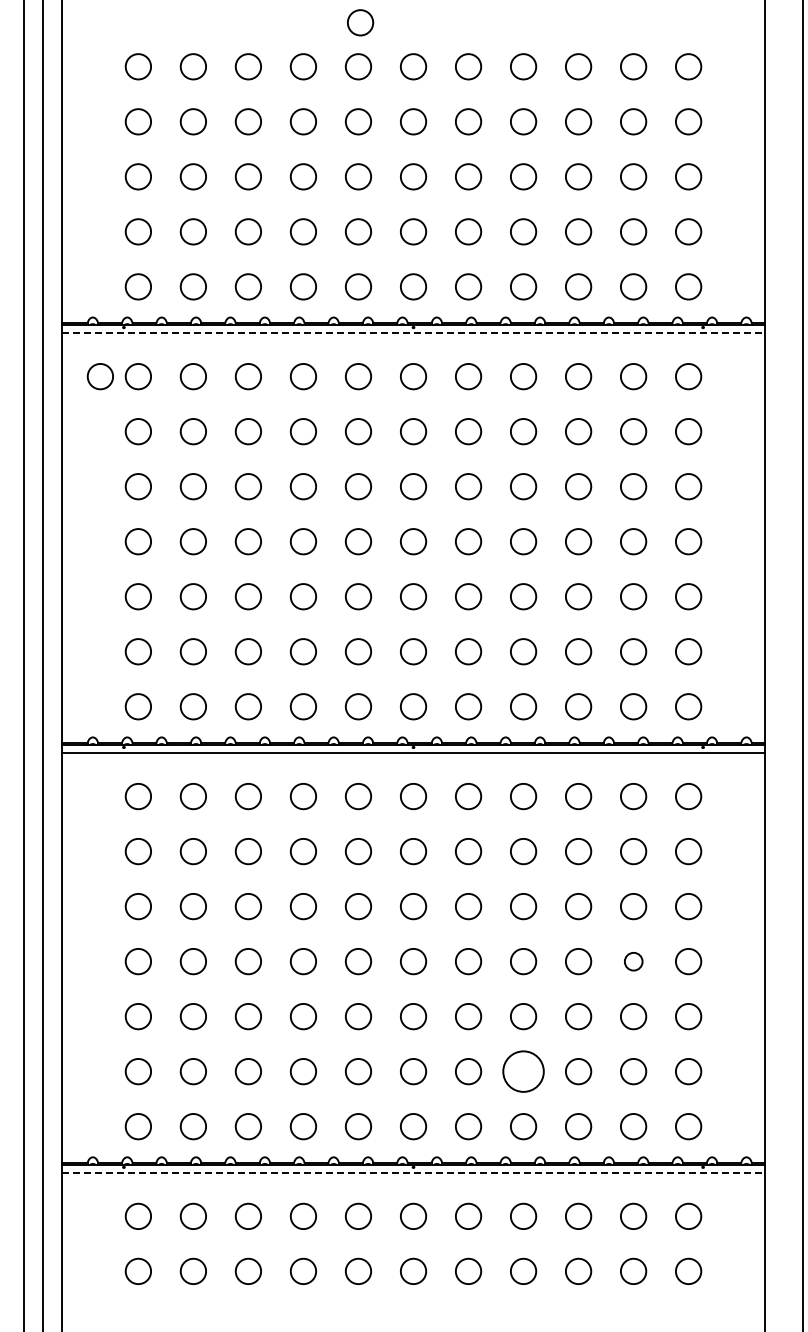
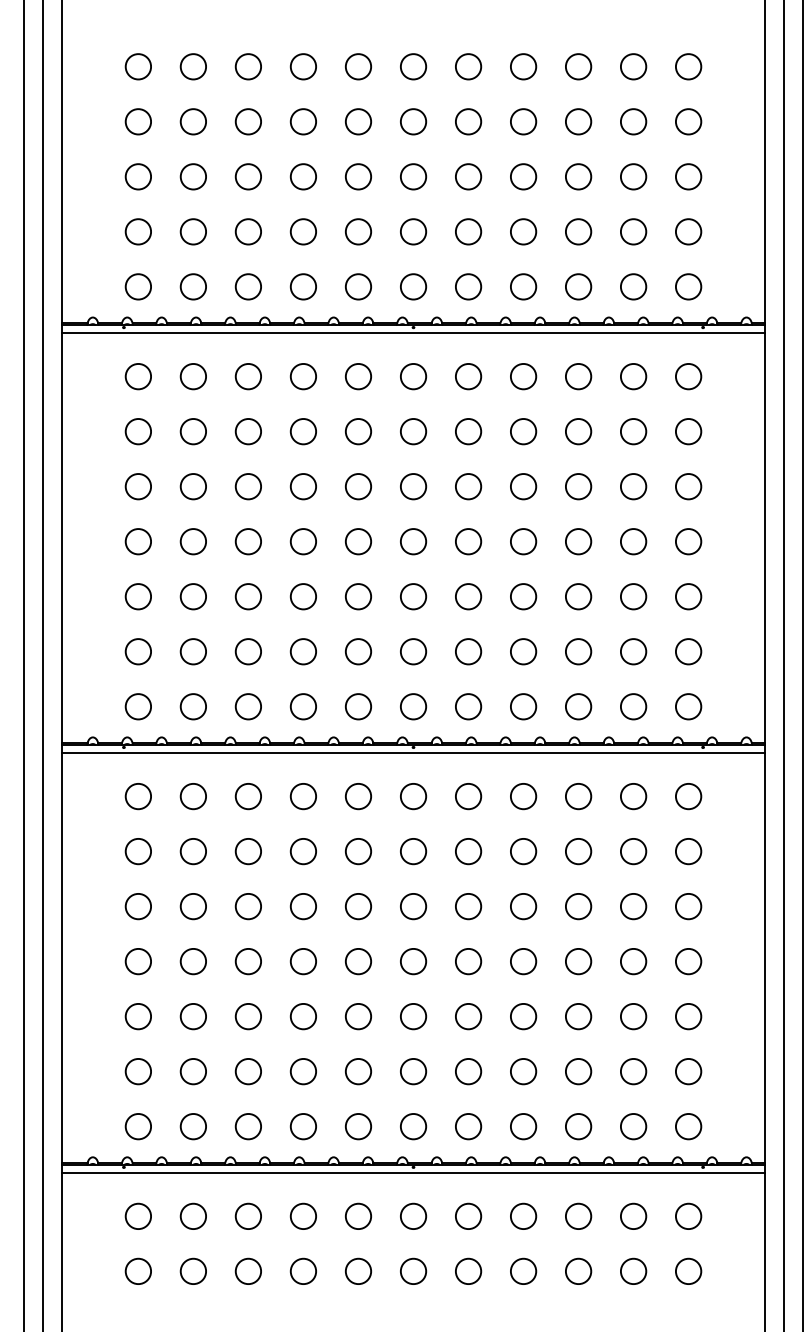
circle at (360, 22): present -> none
line at (414, 333): dashed -> solid
circle at (99, 376): present -> none
line at (783, 665): none -> present
circle at (633, 961) size: 20x20 px -> 28x28 px
circle at (523, 1071) diameter: 41 px -> 25 px
line at (414, 1172): dashed -> solid
